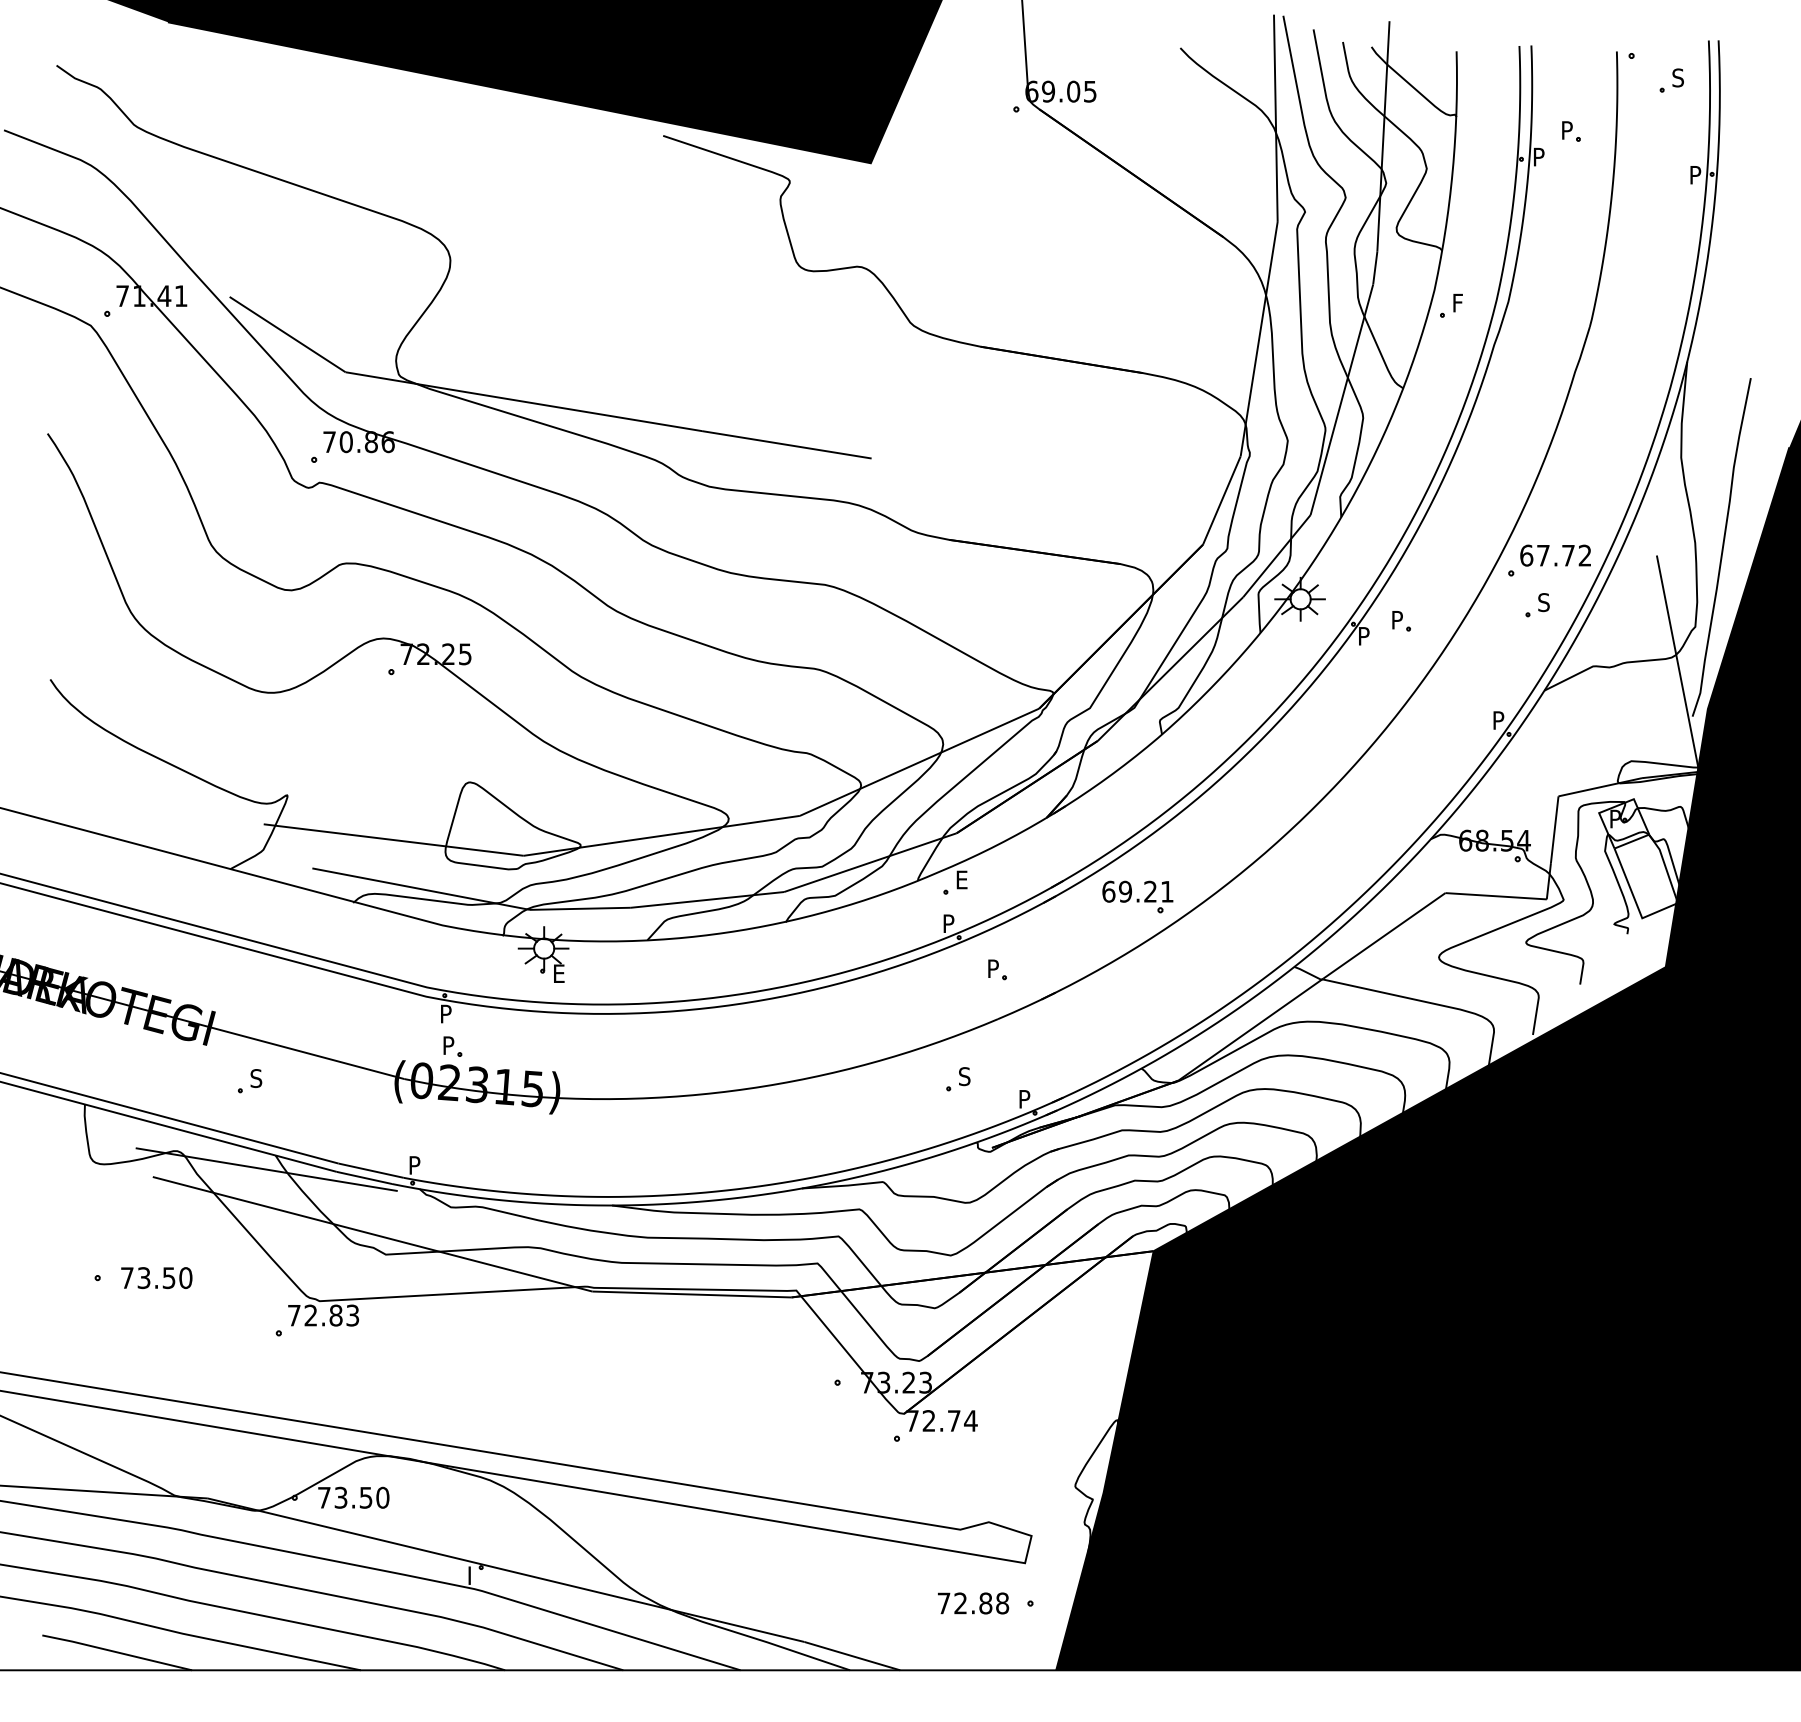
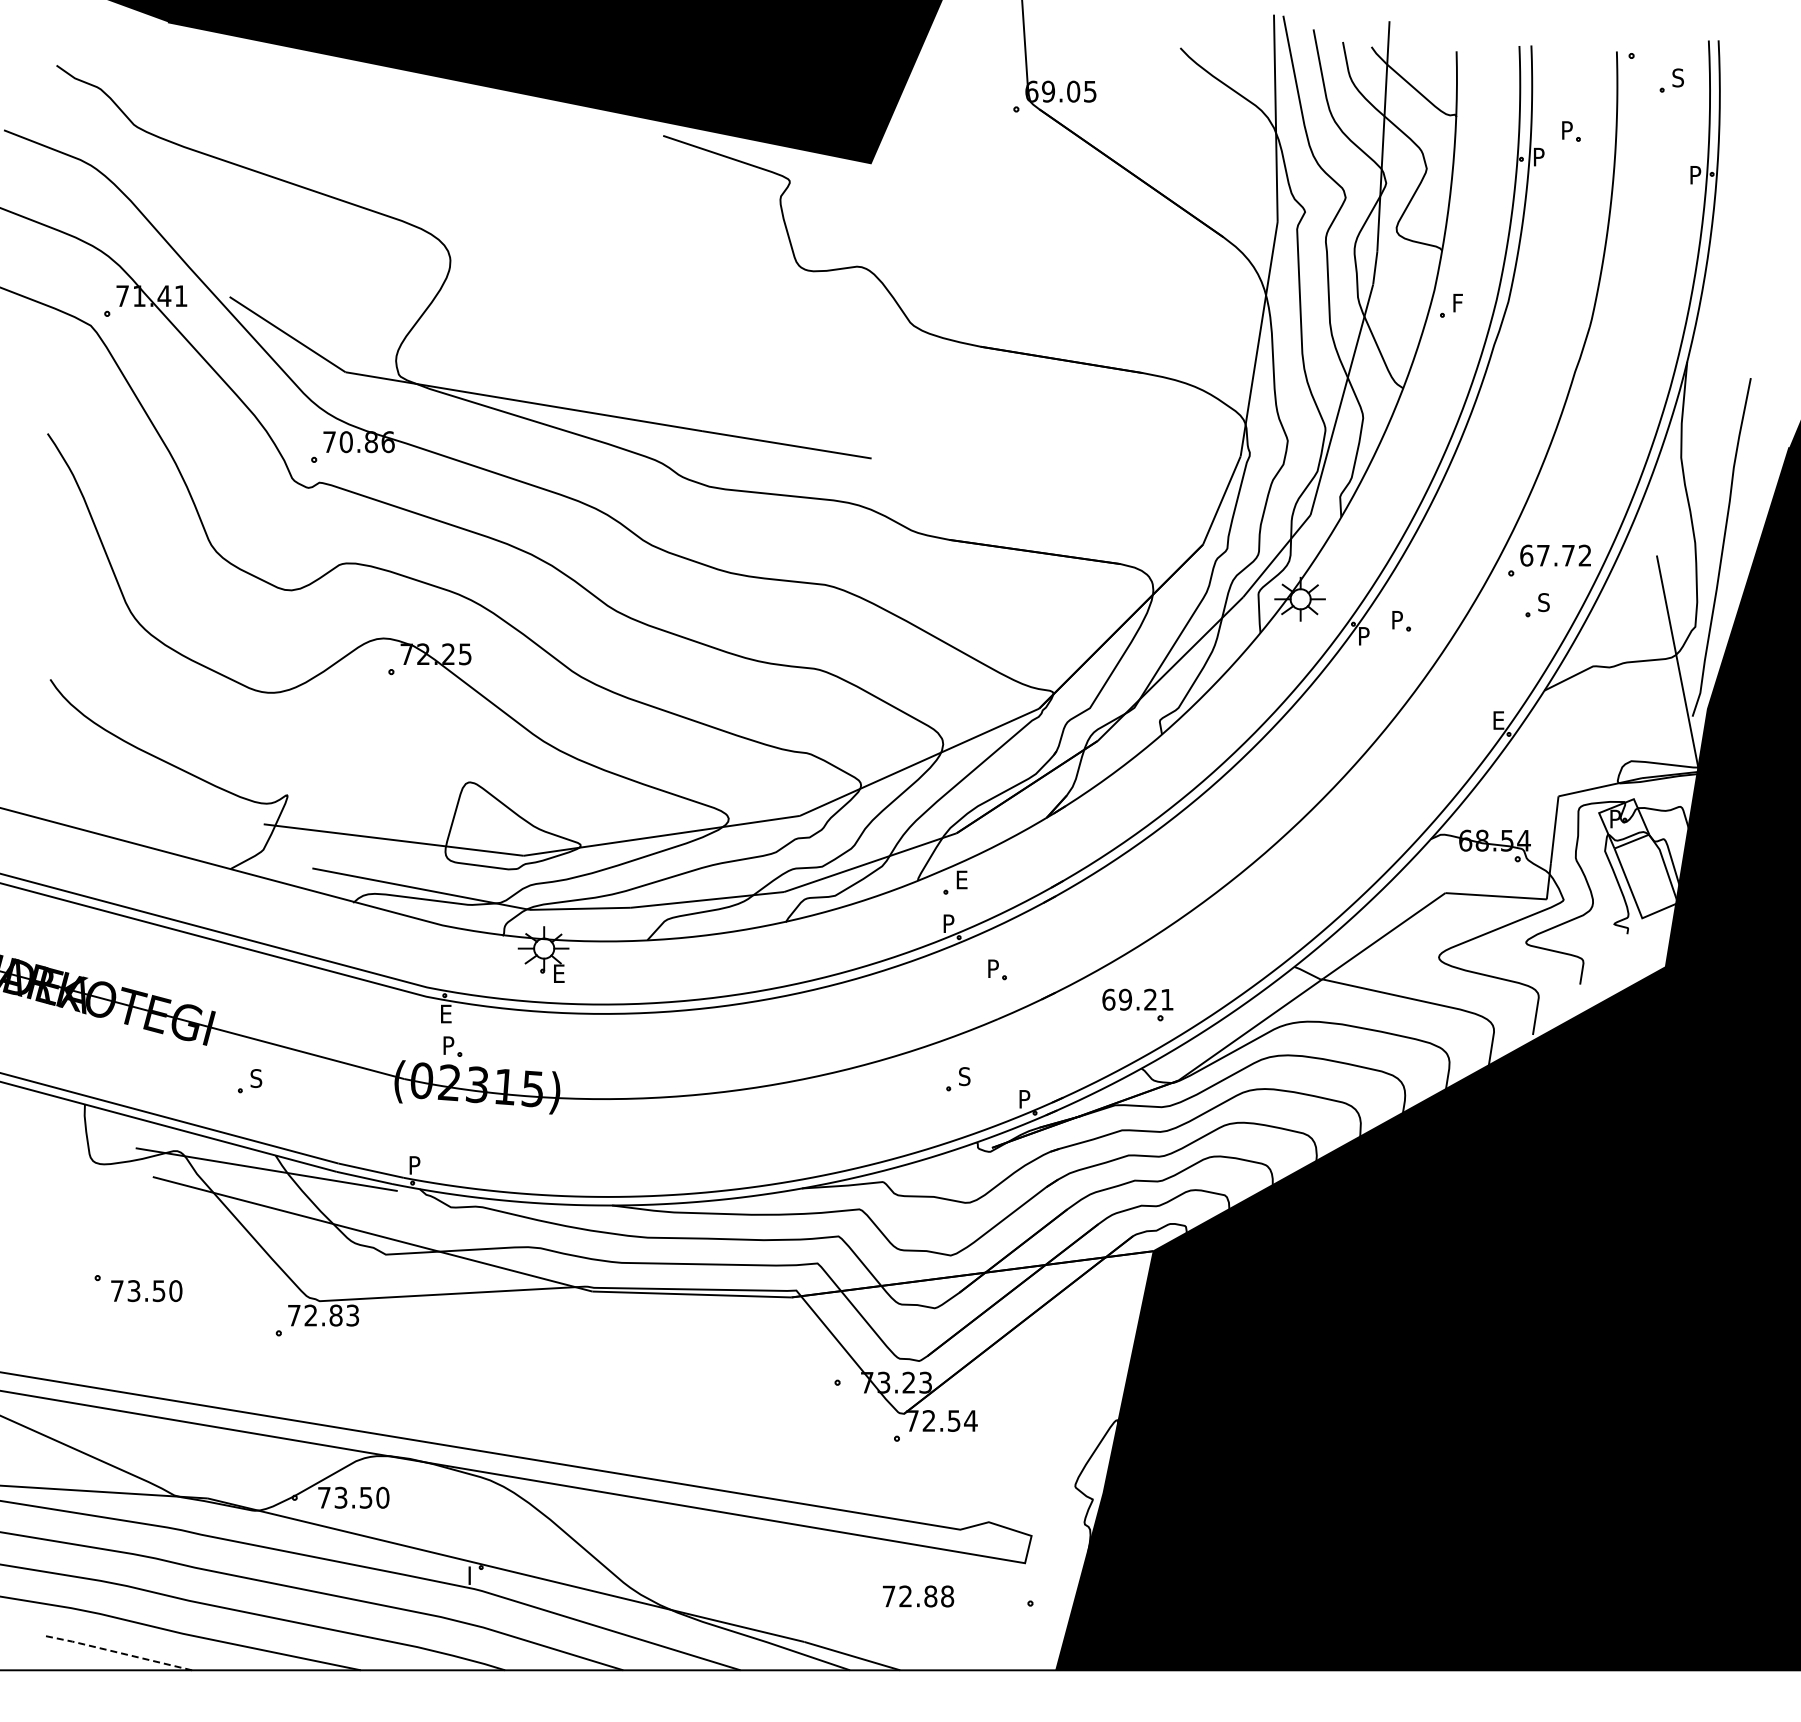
text at (1499, 720): P -> E
part at (1137, 896) position: (1137, 896) -> (1137, 1004)
text at (447, 1013): P -> E
text at (156, 1278) position: (156, 1278) -> (146, 1291)
text at (954, 1420): 72.74 -> 72.54
text at (973, 1603) position: (973, 1603) -> (918, 1596)
line at (116, 1652): solid -> dashed
